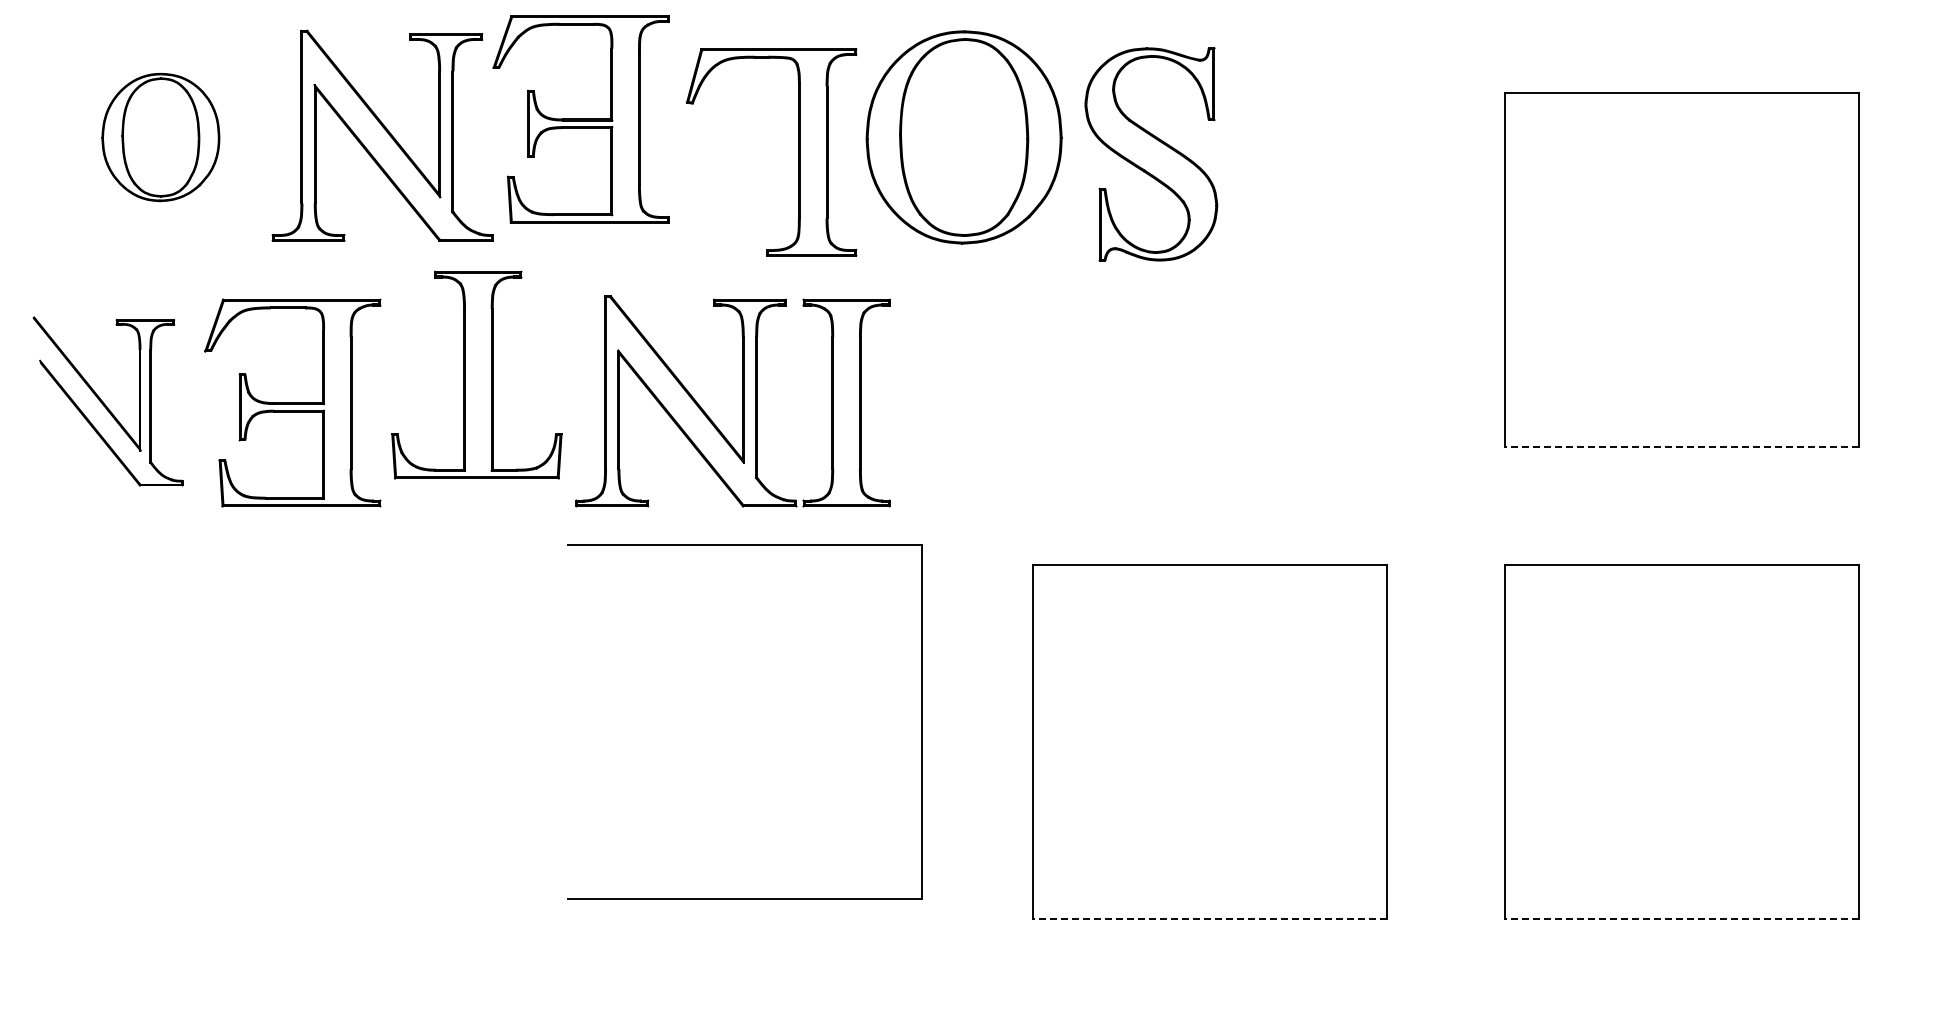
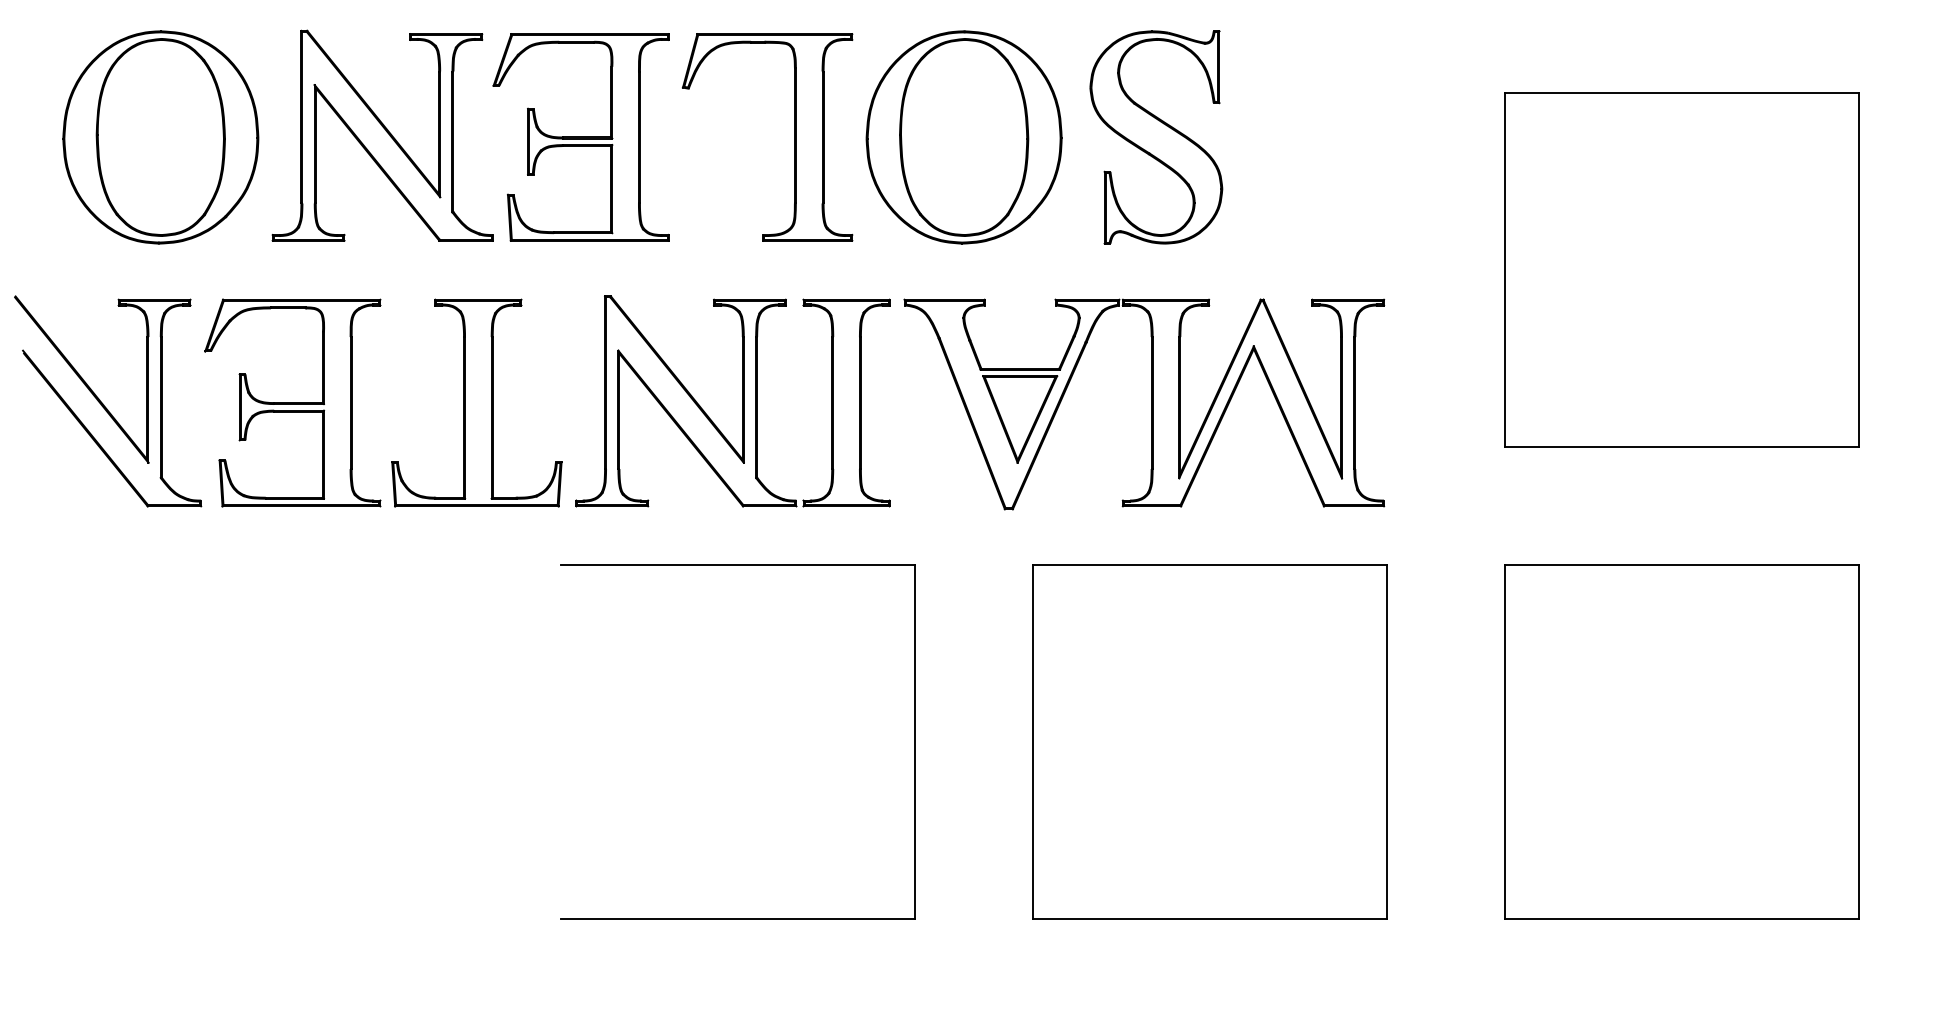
part at (580, 119) position: (580, 119) -> (580, 137)
part at (160, 137) size: 120x131 px -> 198x215 px
part at (798, 152) position: (798, 152) -> (794, 137)
part at (1151, 154) position: (1151, 154) -> (1156, 137)
part at (476, 374) position: (476, 374) -> (476, 402)
part at (107, 401) size: 152x171 px -> 189x213 px
part at (1151, 404): none -> present
line at (1681, 447): dashed -> solid
part at (744, 545) position: (744, 545) -> (737, 565)
line at (1209, 919): dashed -> solid
line at (1681, 919): dashed -> solid
